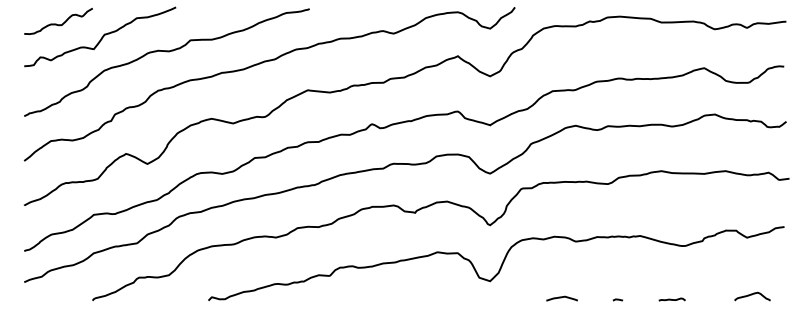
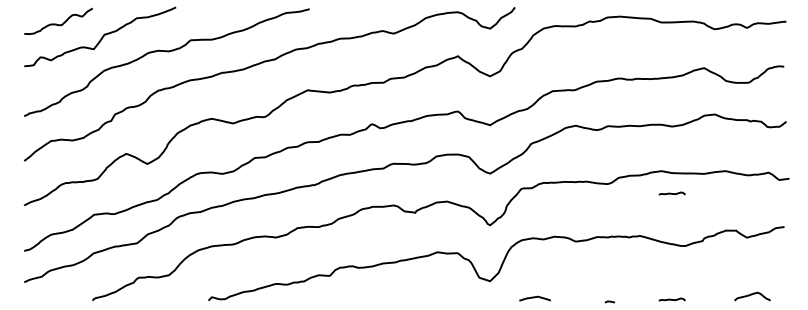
curve at (671, 193): none -> present
curve at (561, 298) position: (561, 298) -> (534, 298)
line at (617, 299) position: (617, 299) -> (609, 301)
